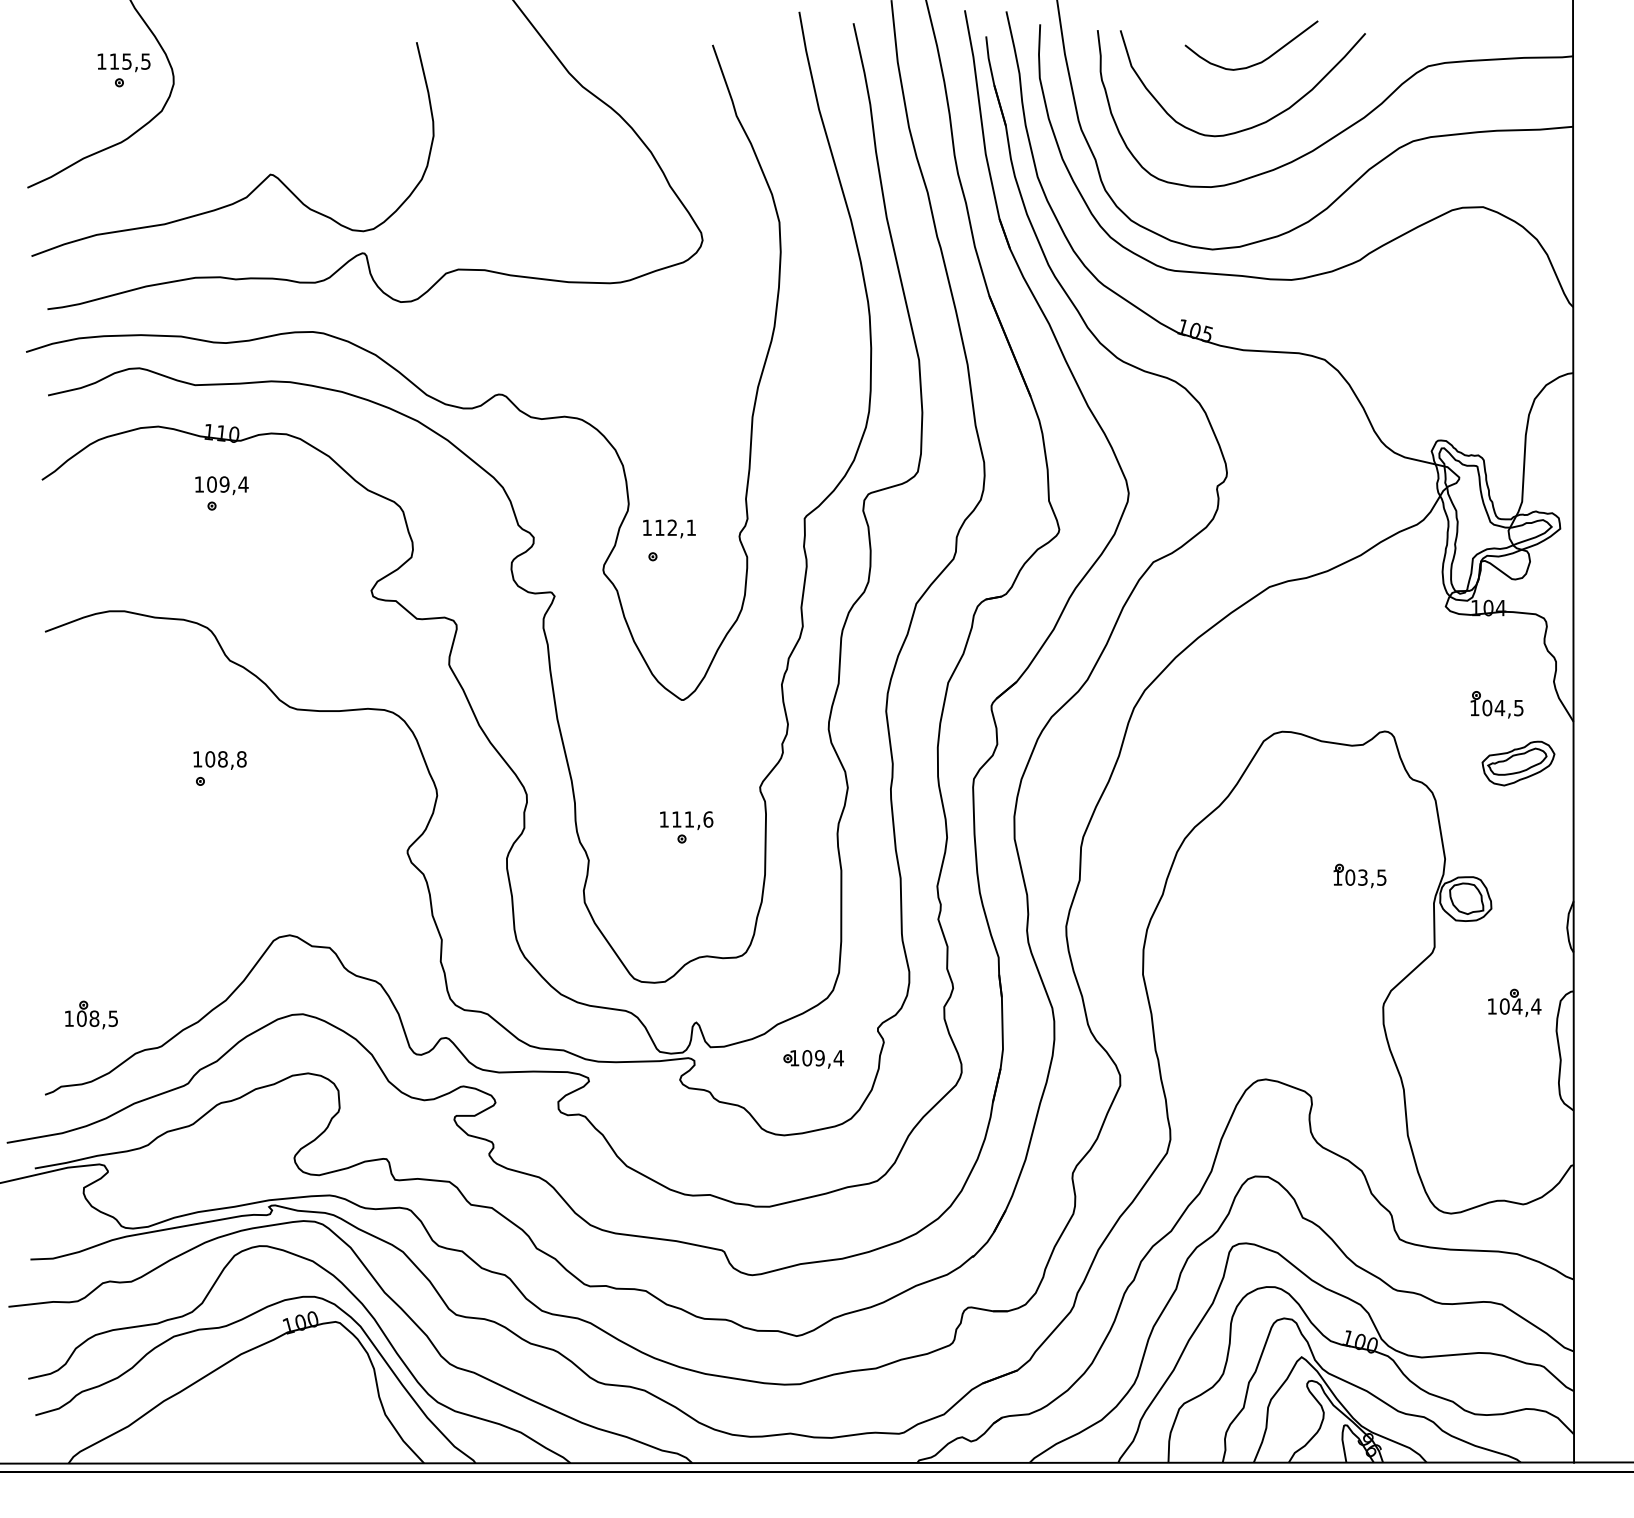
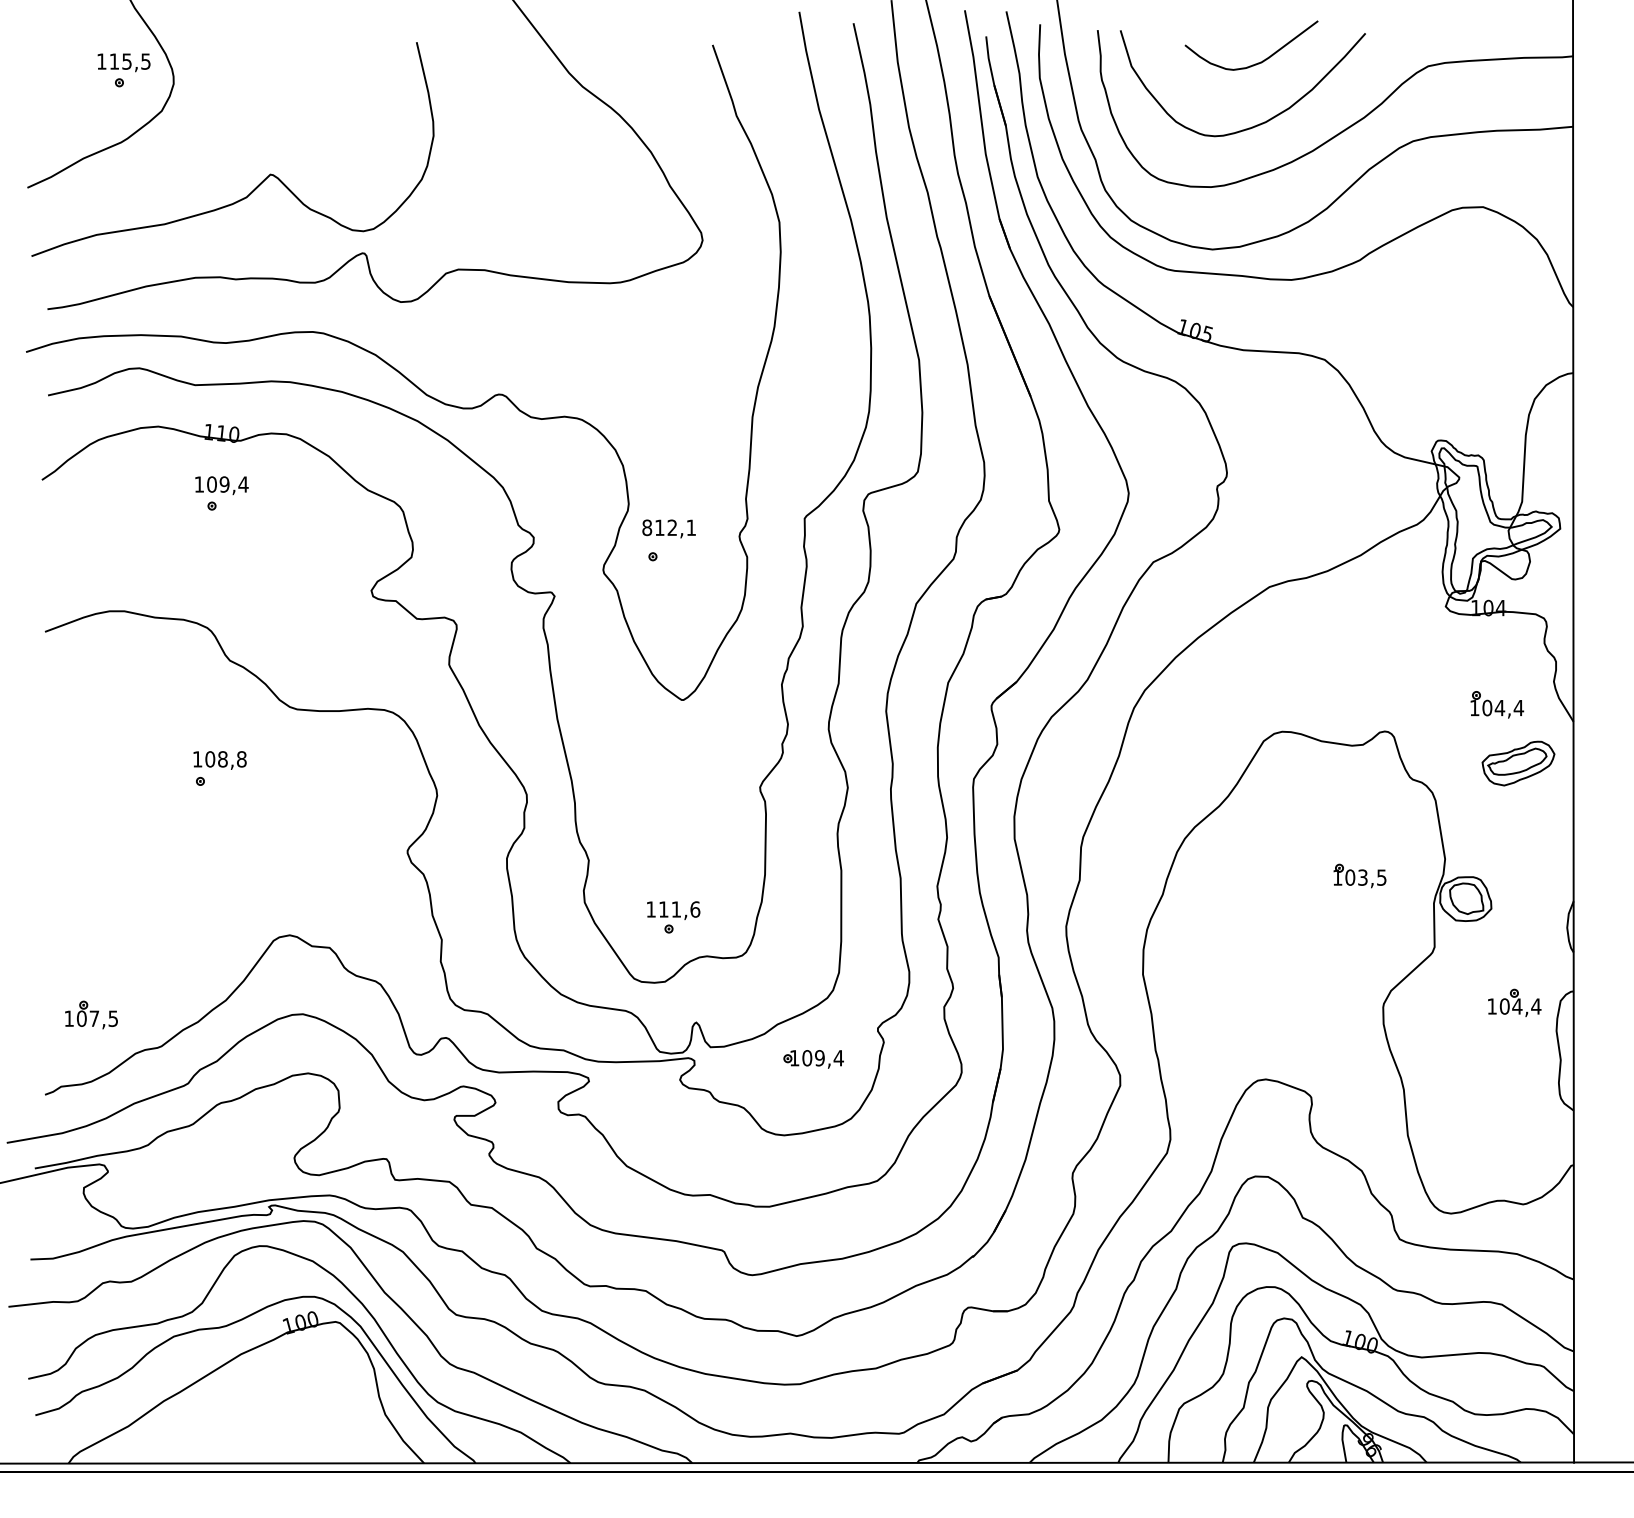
text at (647, 527): 112,1 -> 812,1
text at (1518, 708): 104,5 -> 104,4
part at (686, 827) position: (686, 827) -> (673, 917)
text at (94, 1018): 108,5 -> 107,5
